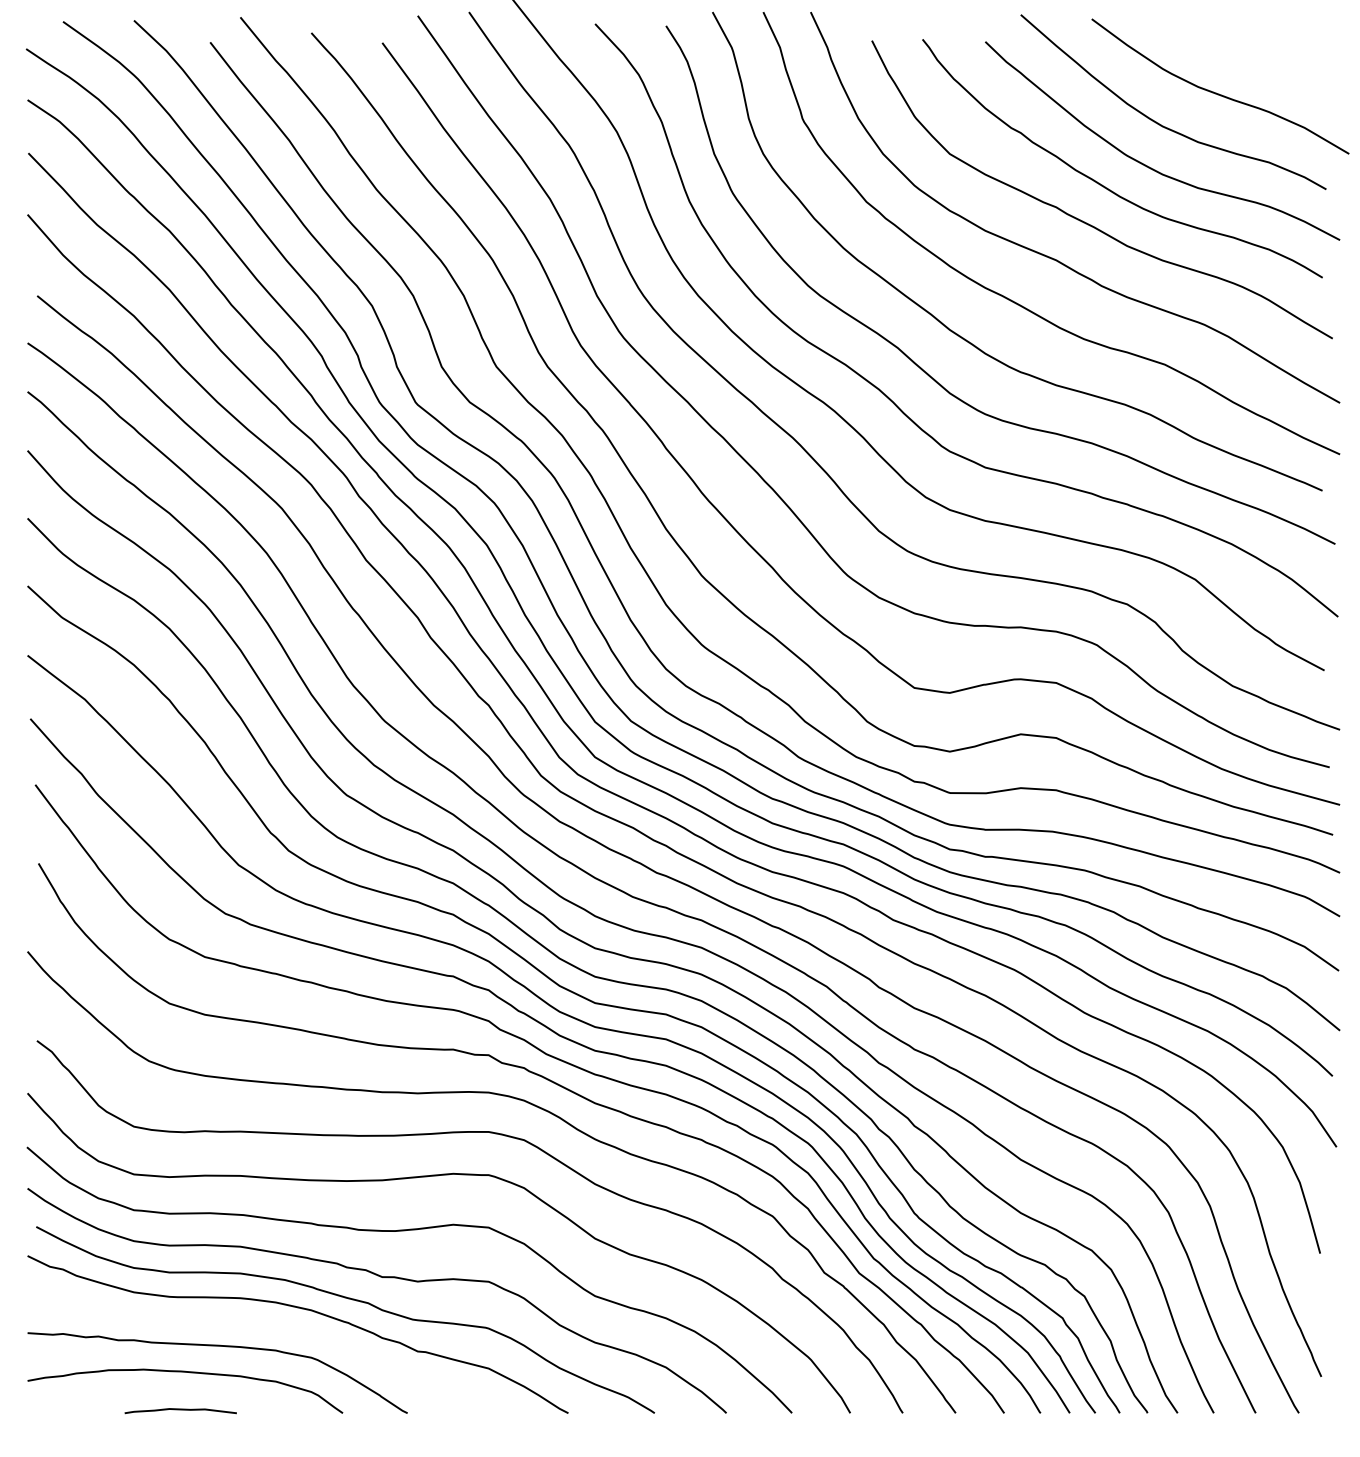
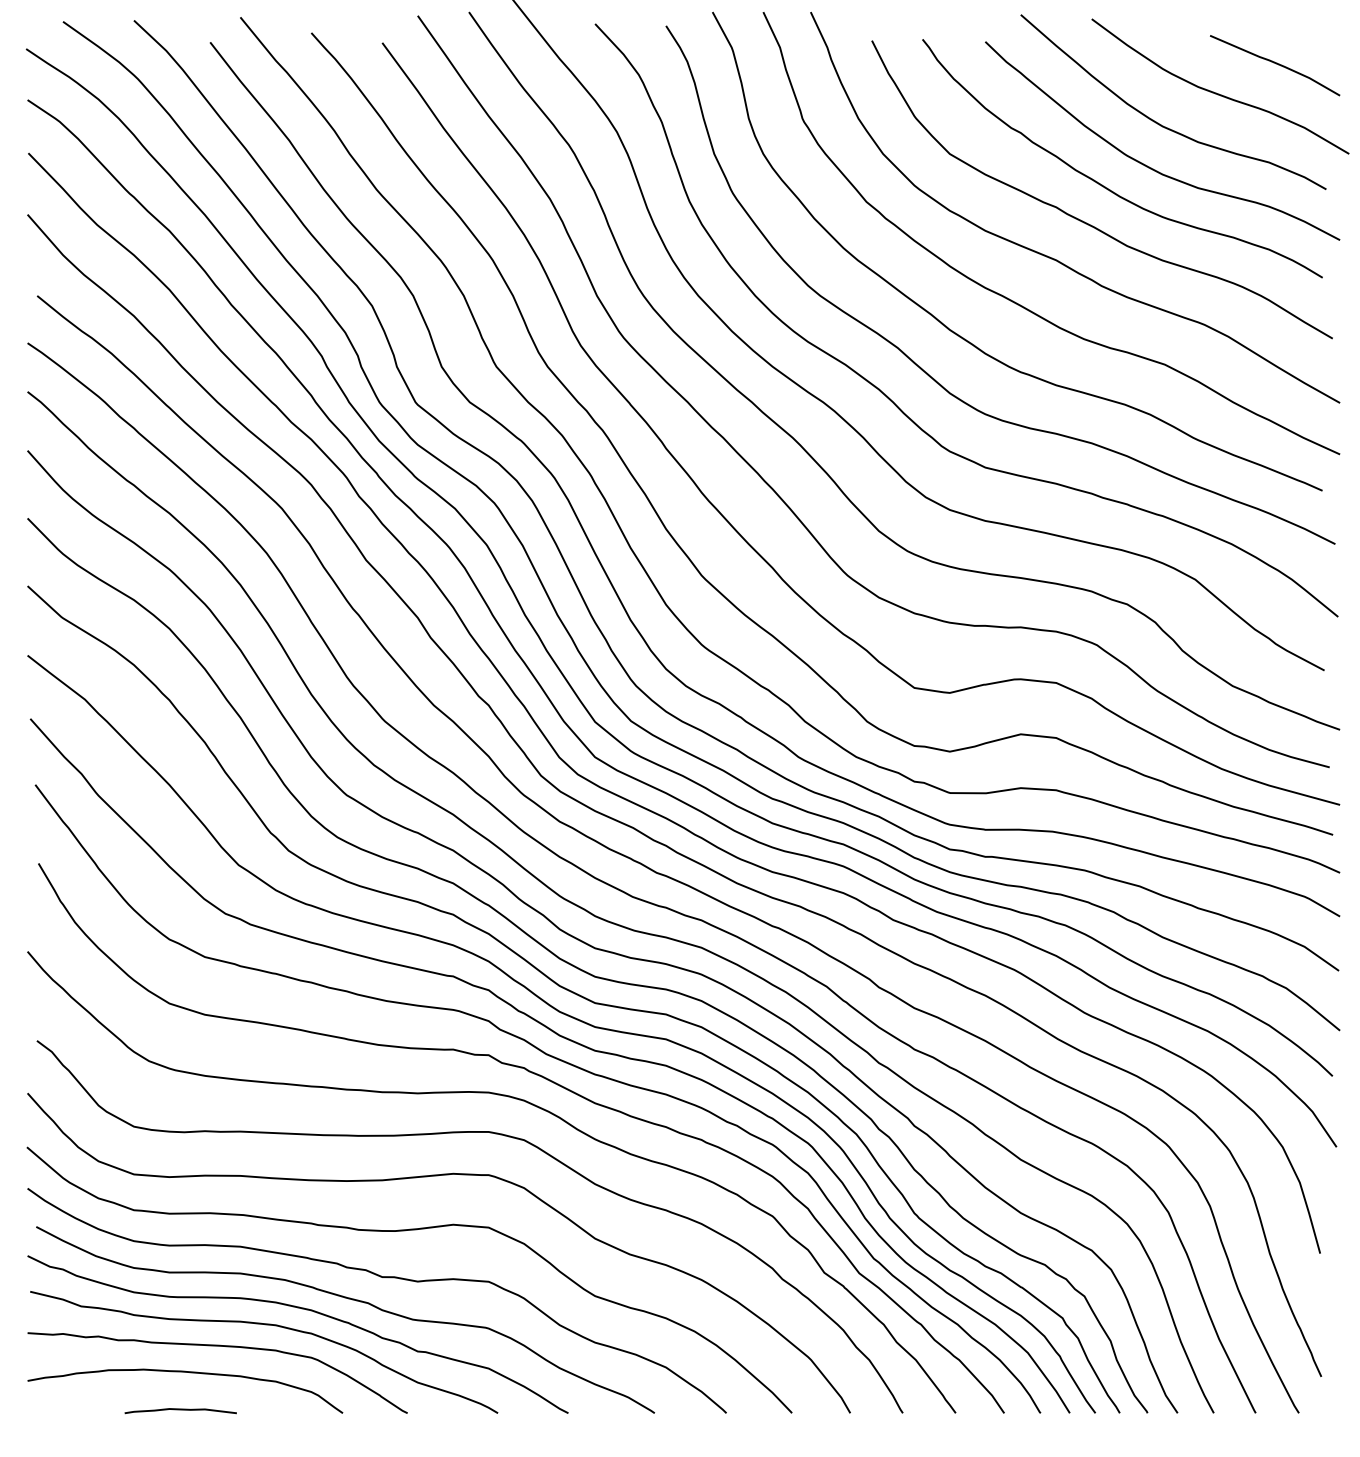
curve at (1276, 64): none -> present
curve at (265, 1325): none -> present
